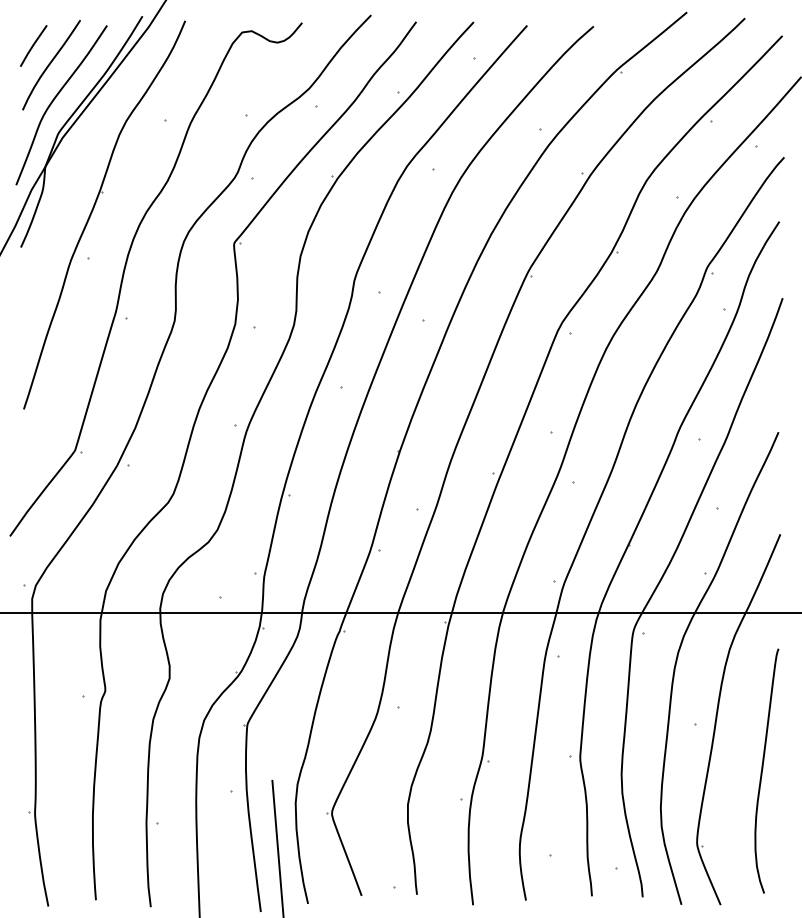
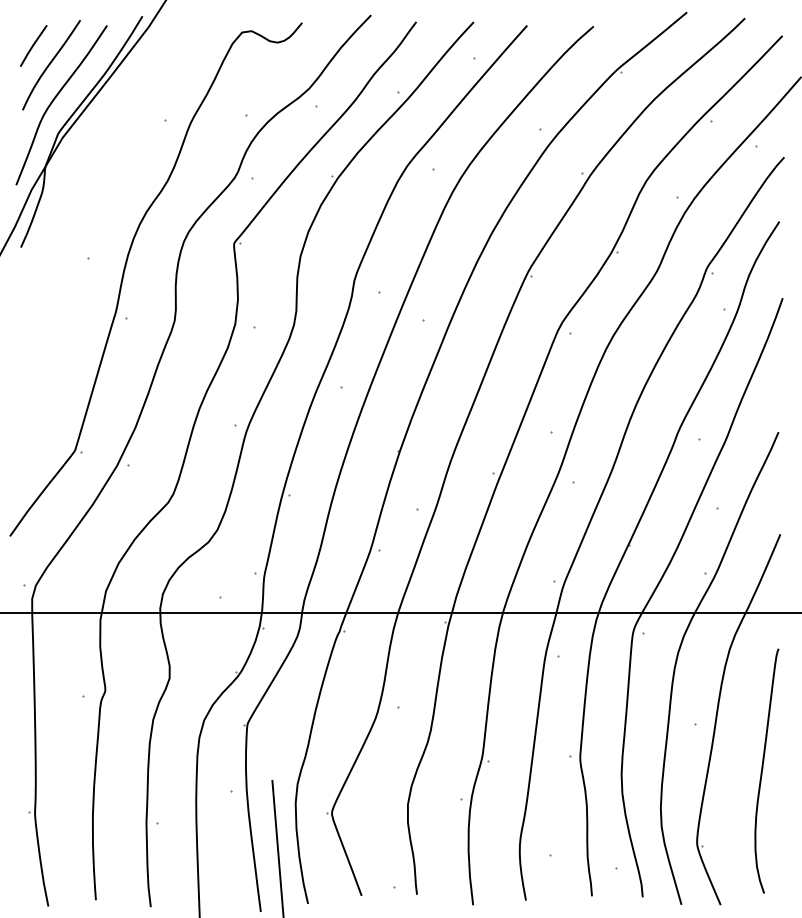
part at (94, 208): present -> none
